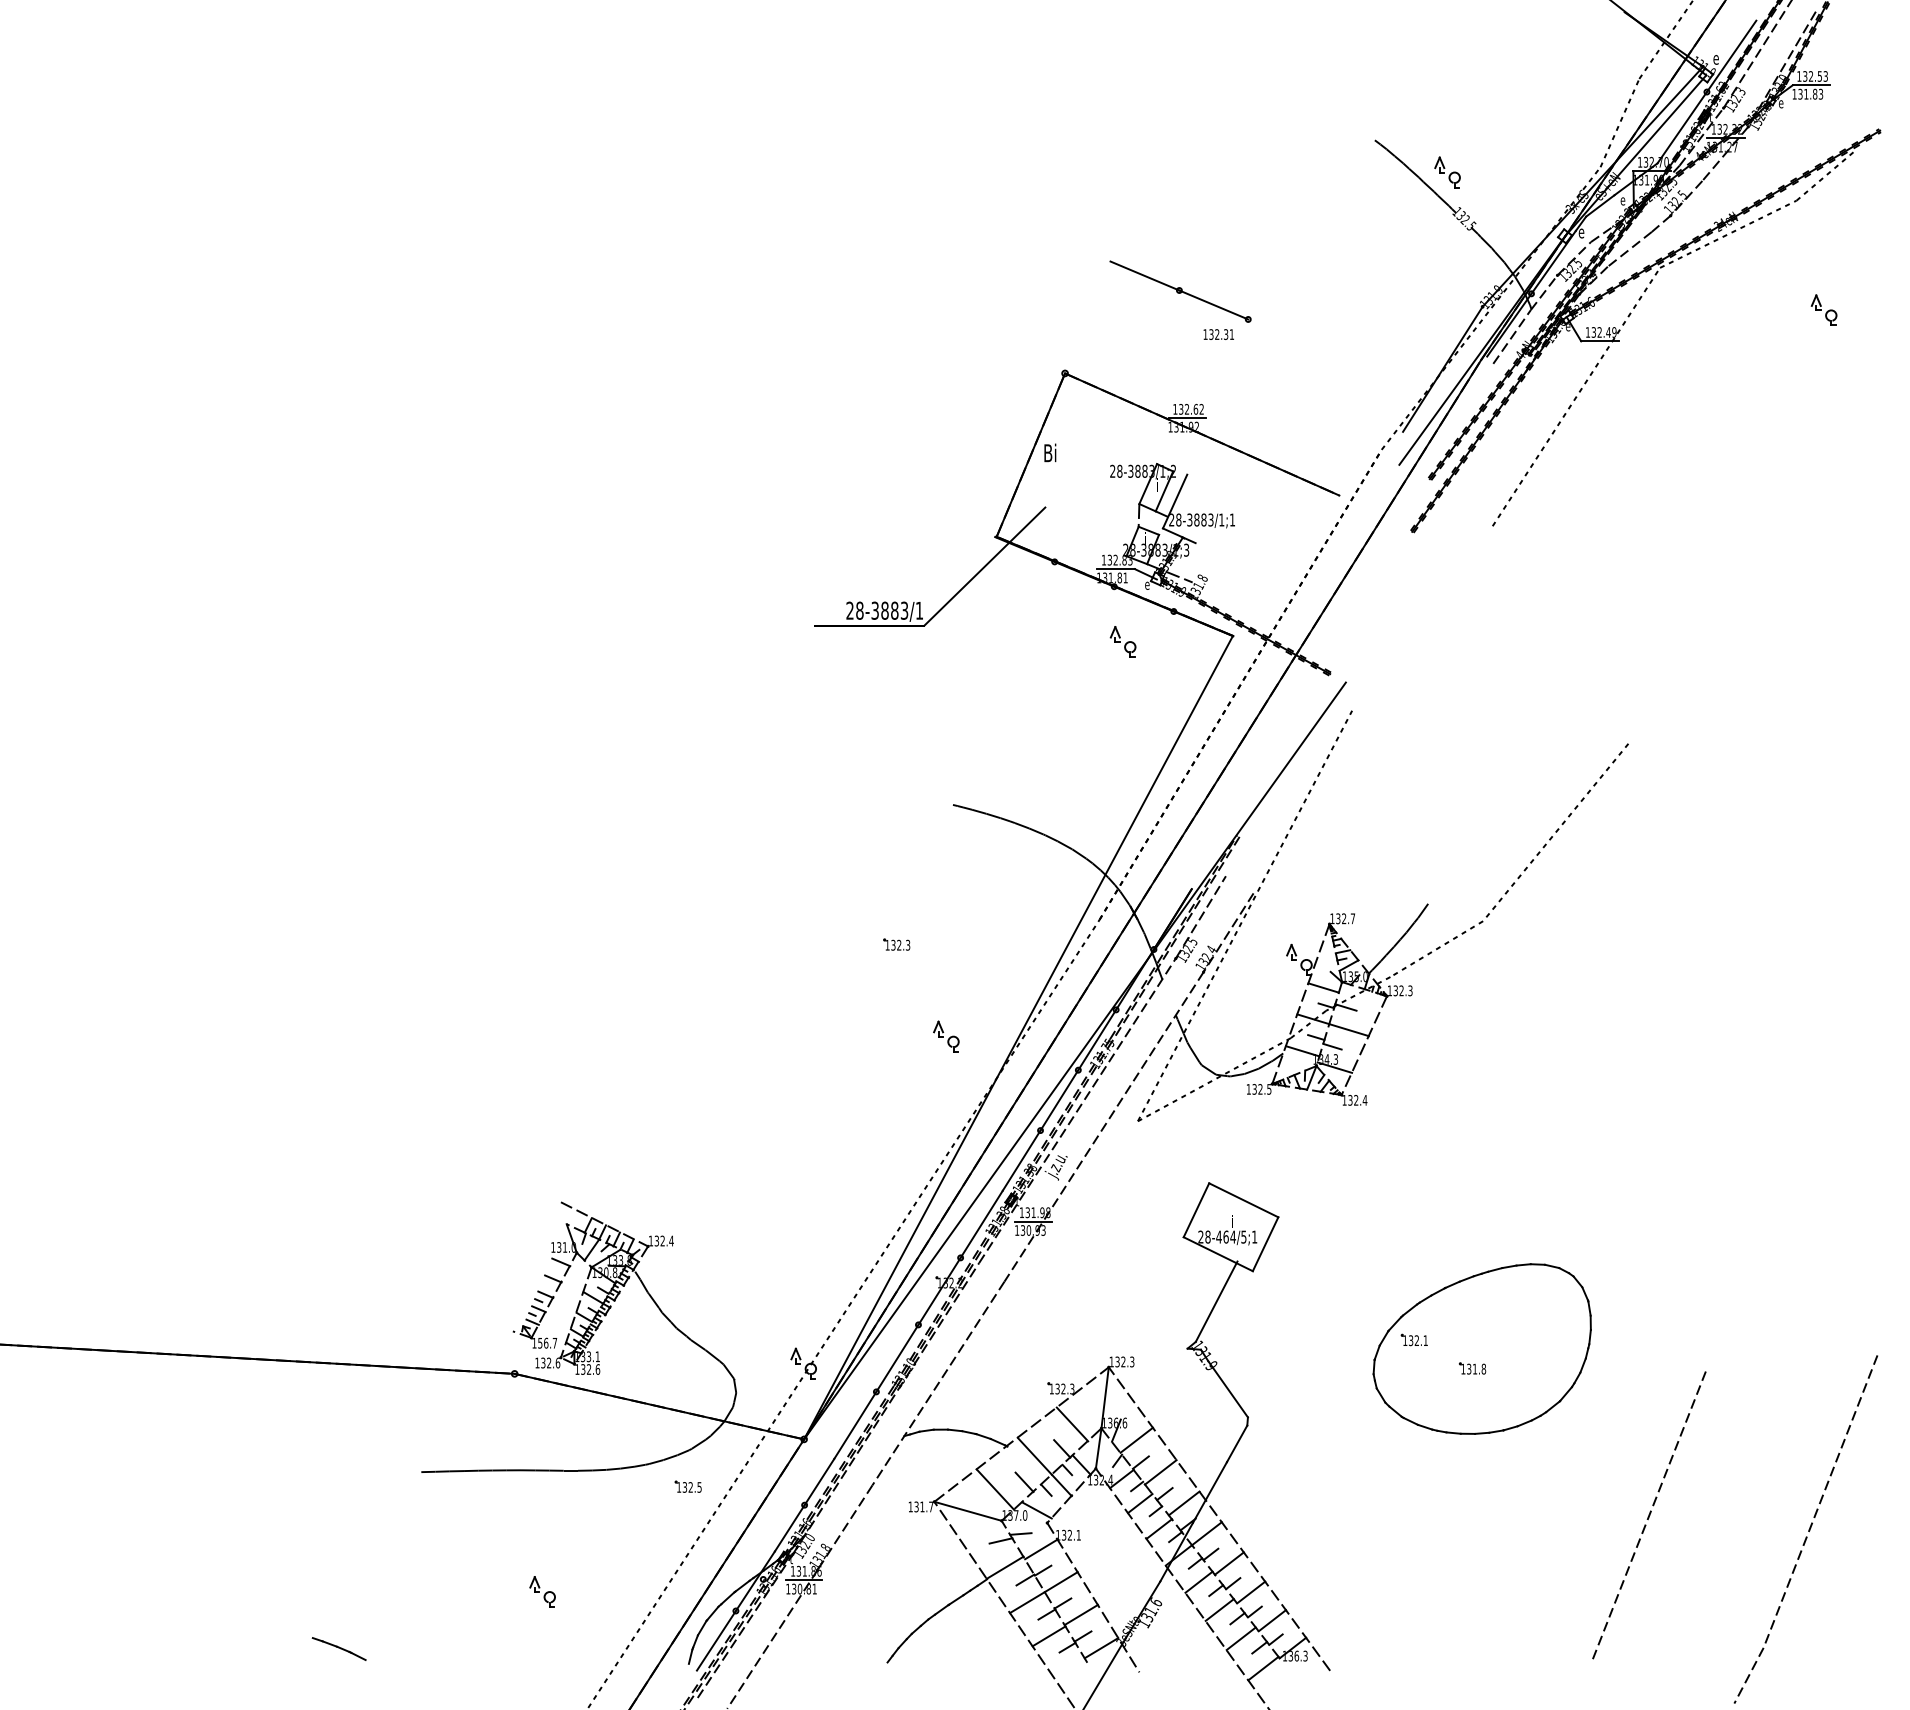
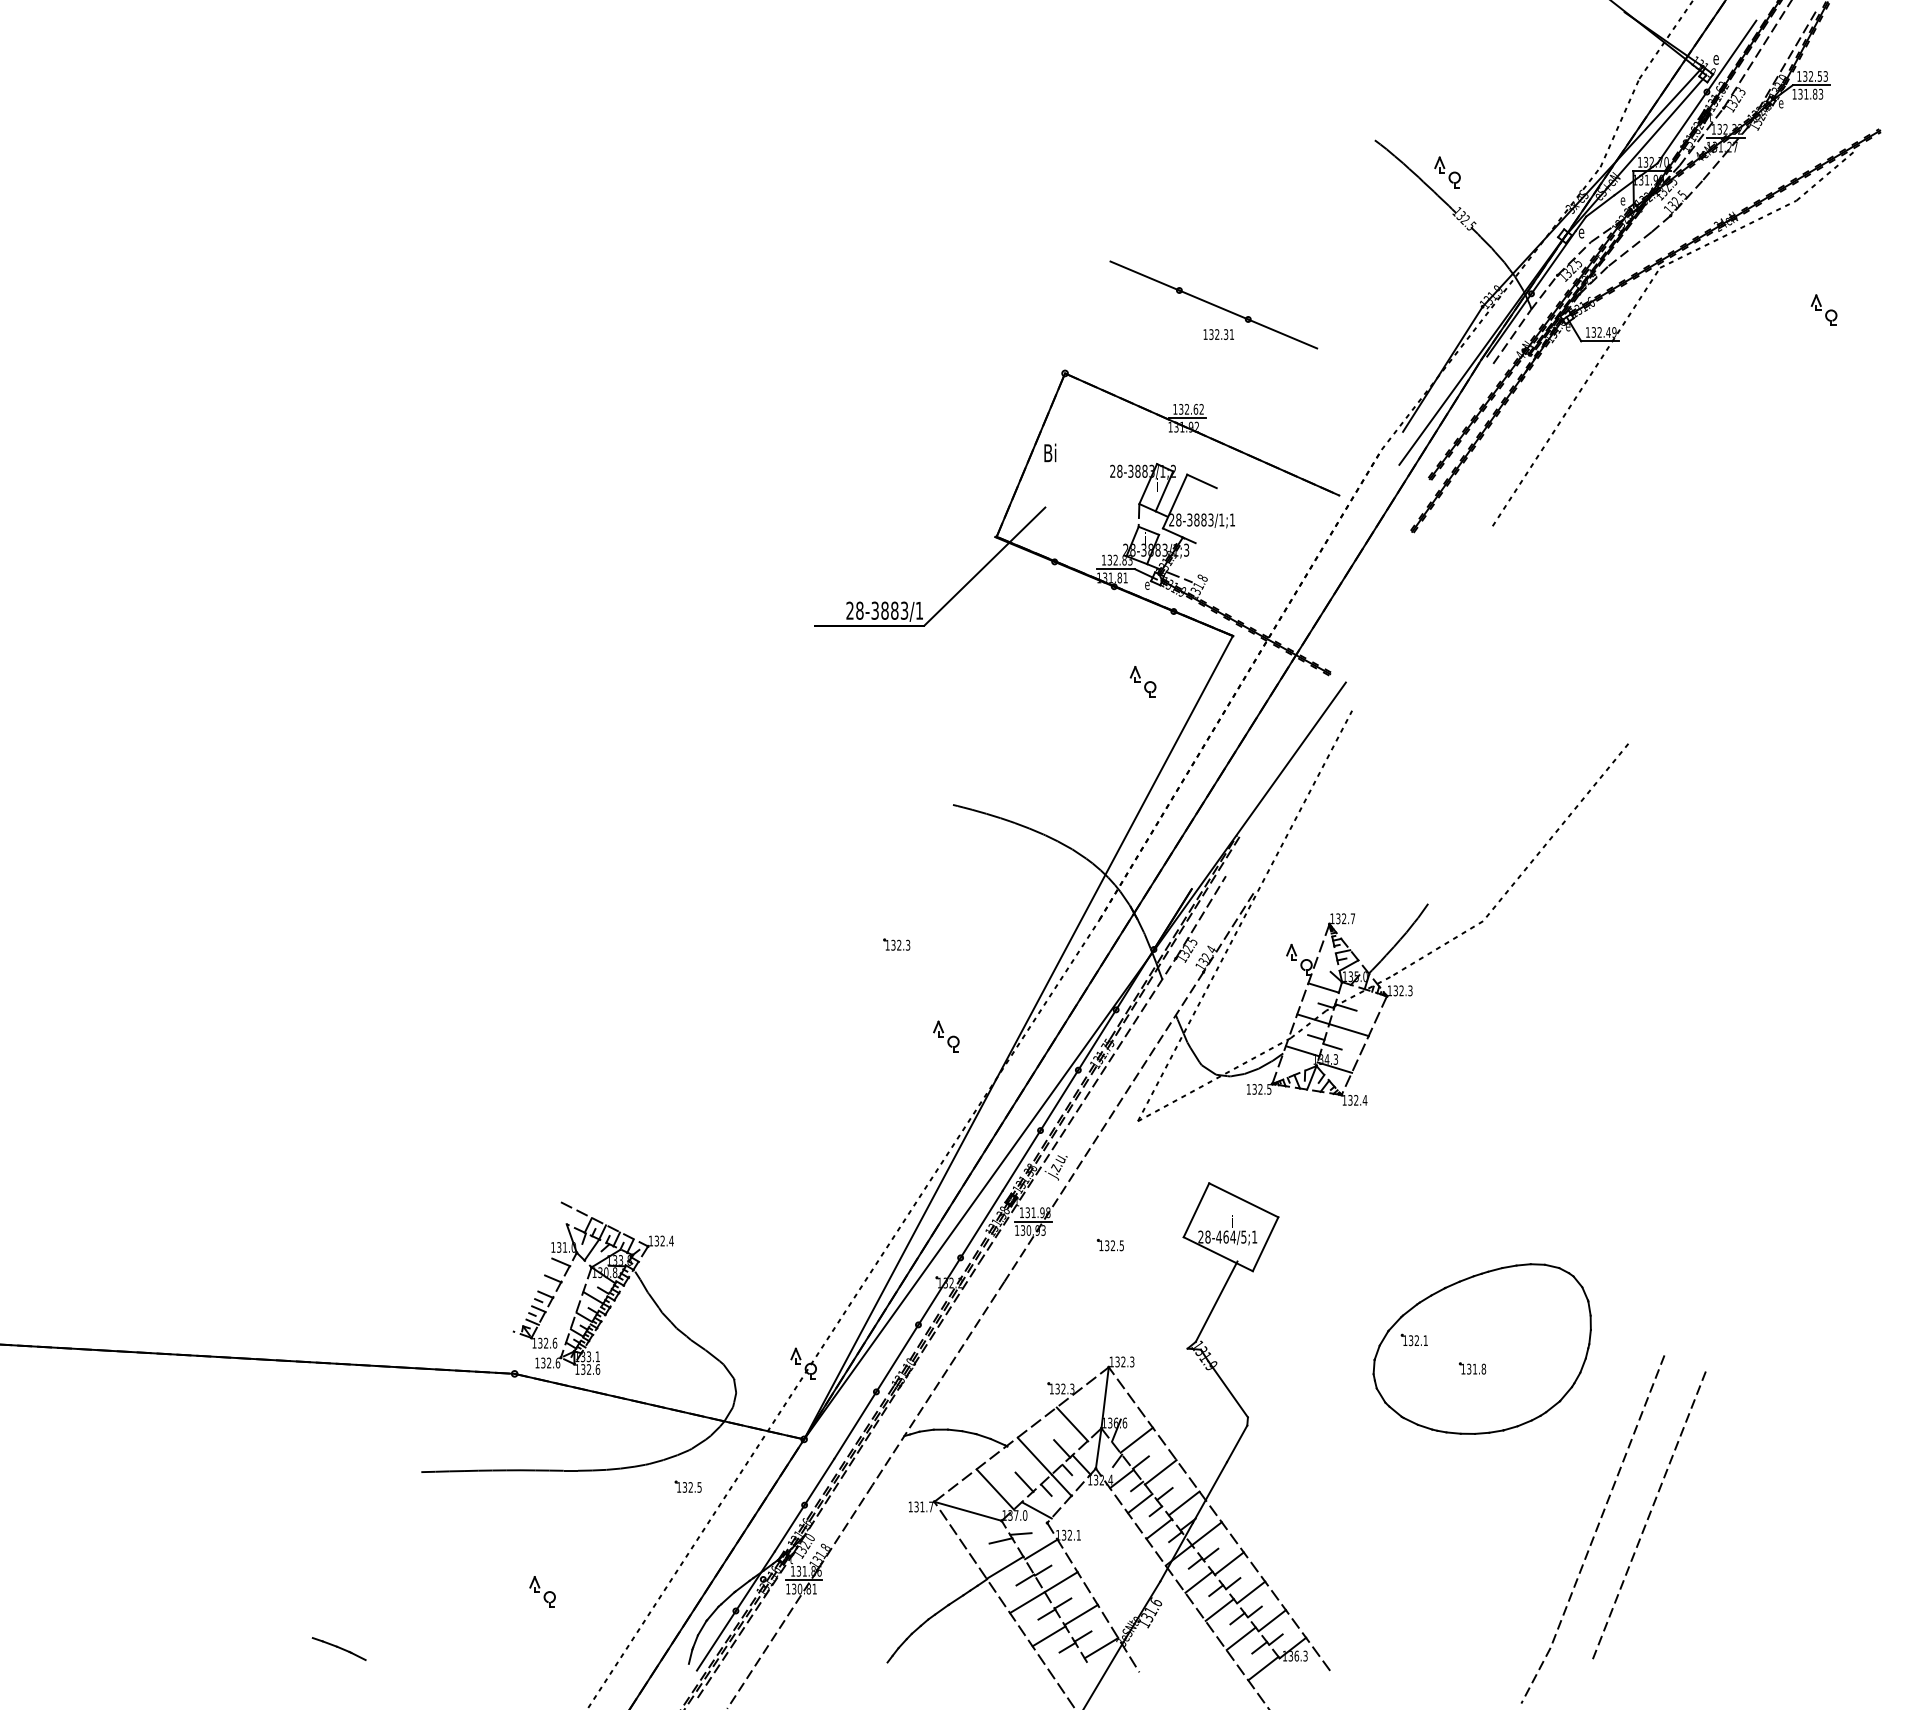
line at (1282, 333): none -> present
line at (1201, 481): none -> present
part at (1122, 641) position: (1122, 641) -> (1142, 681)
part at (1109, 1244): none -> present
text at (547, 1342): 156.7 -> 132.6
part at (1805, 1529) position: (1805, 1529) -> (1592, 1529)
